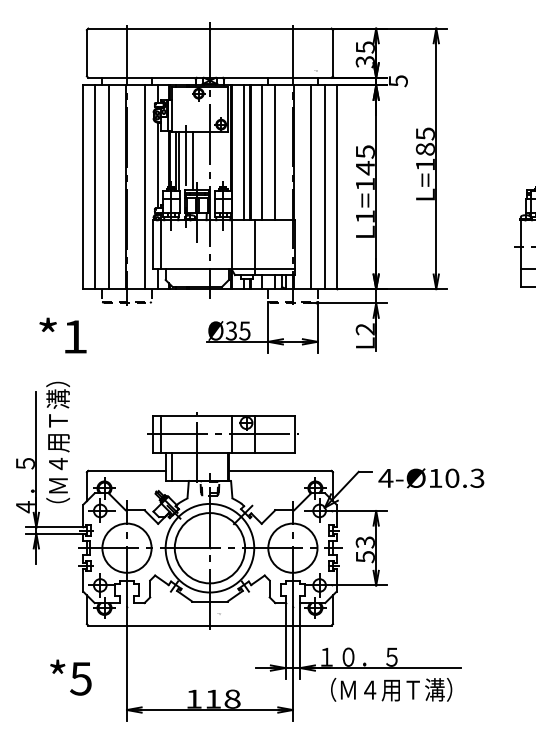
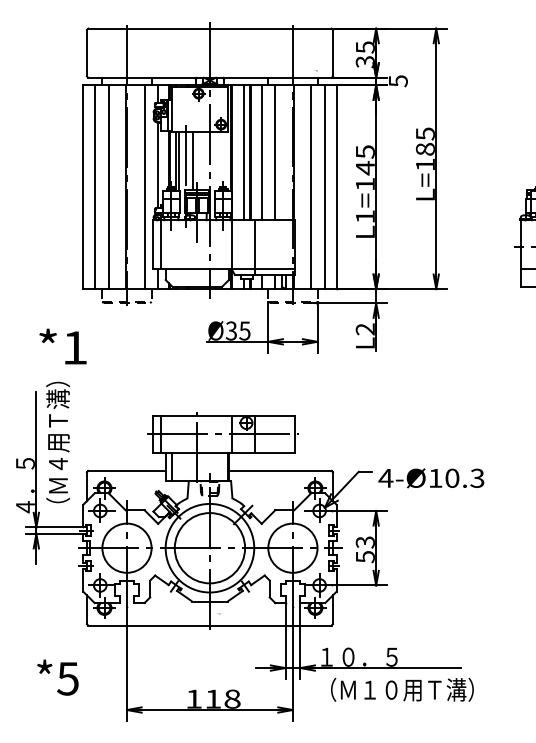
text at (62, 335) position: (62, 335) -> (62, 346)
text at (70, 677) position: (70, 677) -> (57, 677)
text at (418, 689): （Ｍ４用Ｔ溝） -> （Ｍ１０用Ｔ溝）
